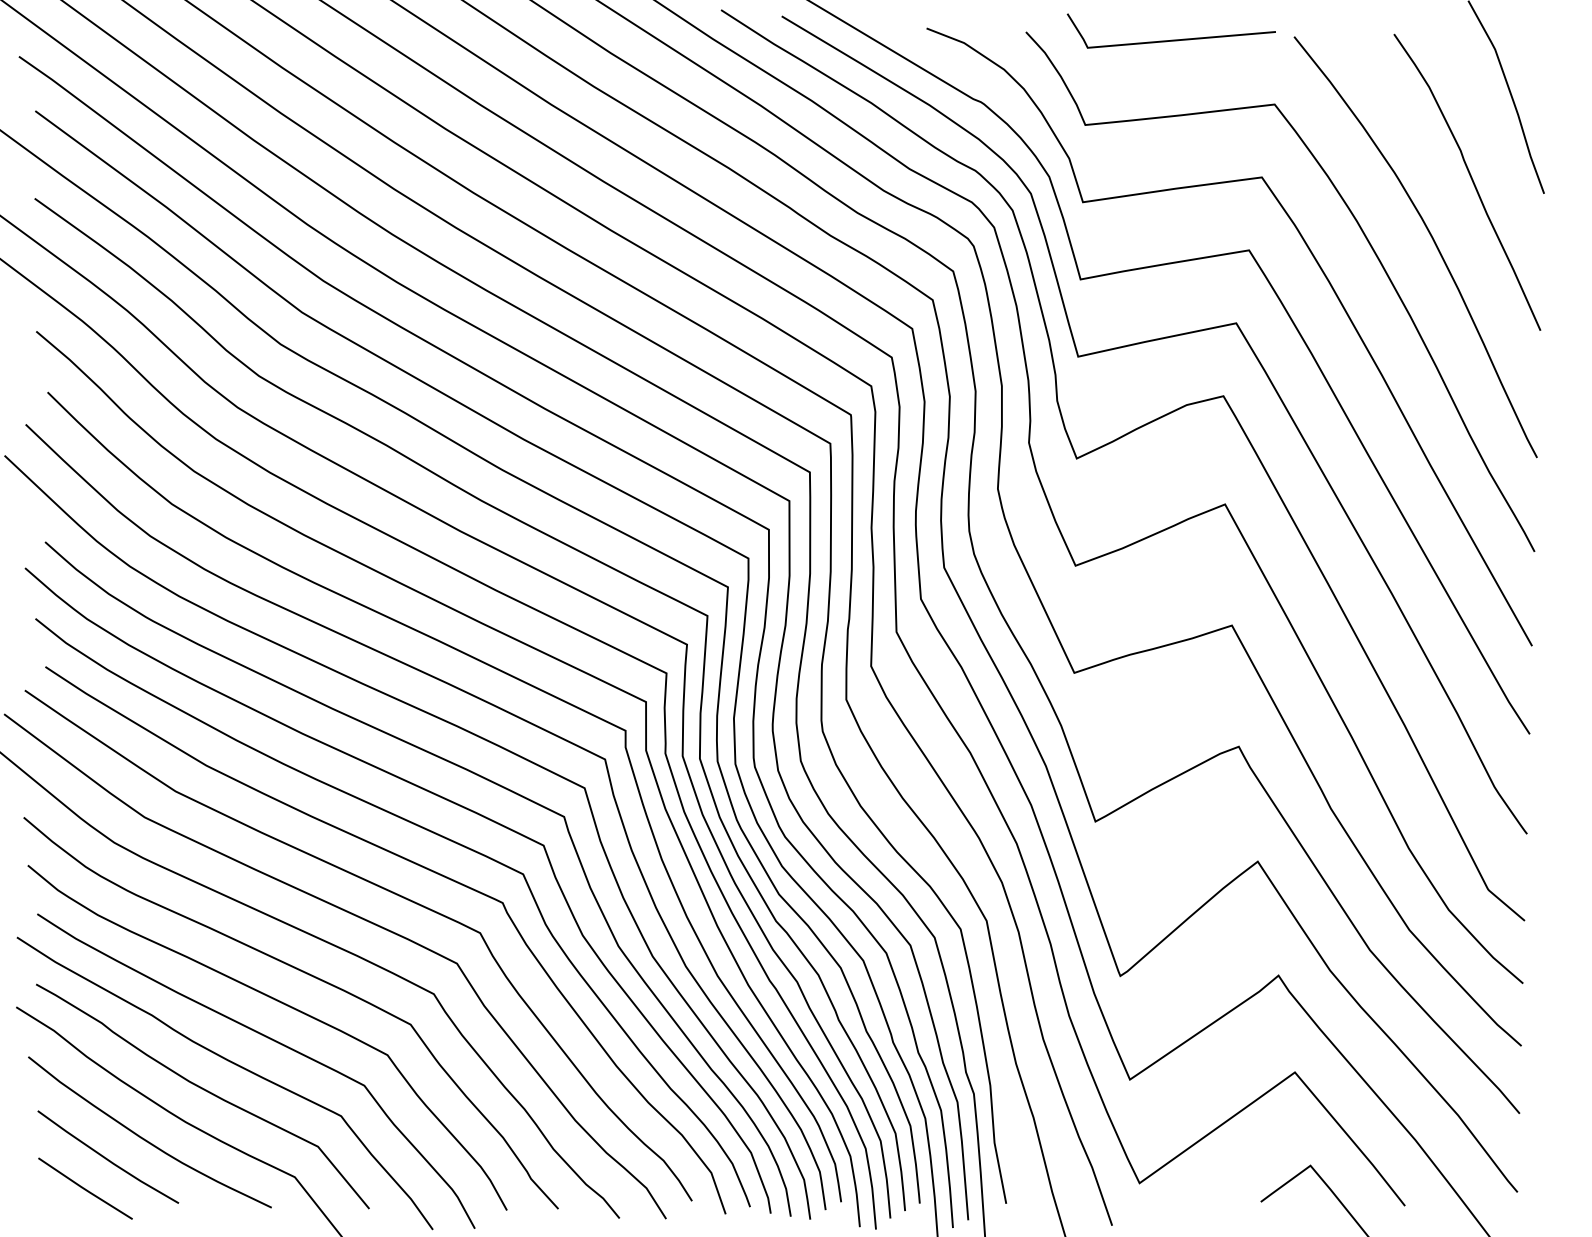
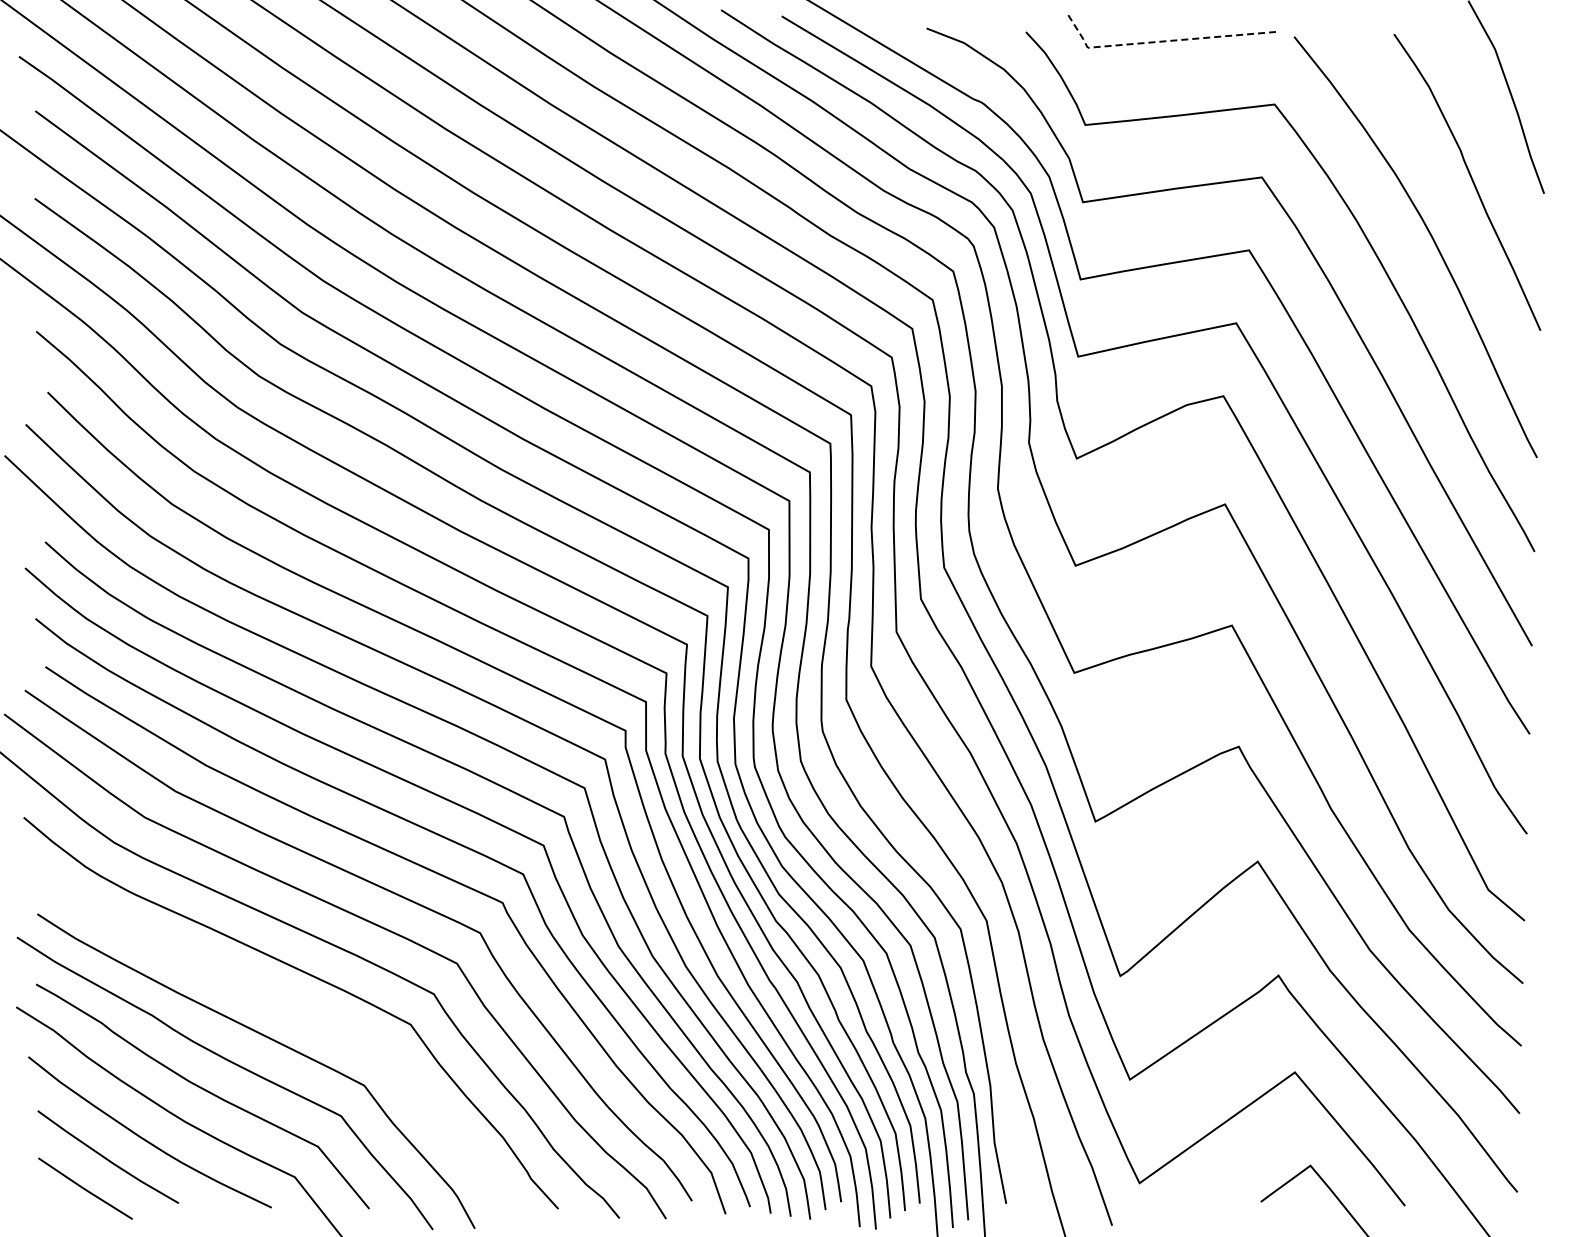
line at (1160, 41): solid -> dashed
curve at (283, 1004): present -> none
